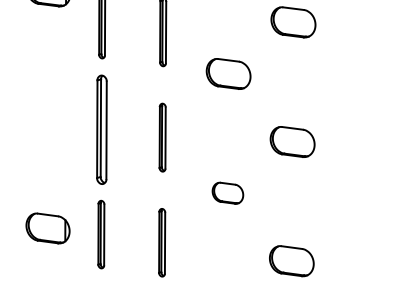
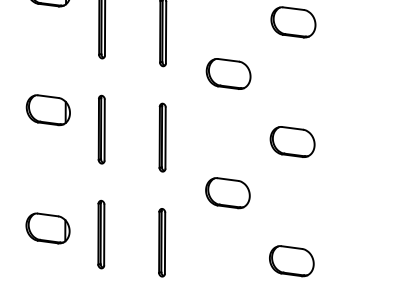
part at (47, 110): none -> present
part at (101, 129) size: 12x111 px -> 9x71 px
part at (227, 192) size: 34x24 px -> 46x33 px
